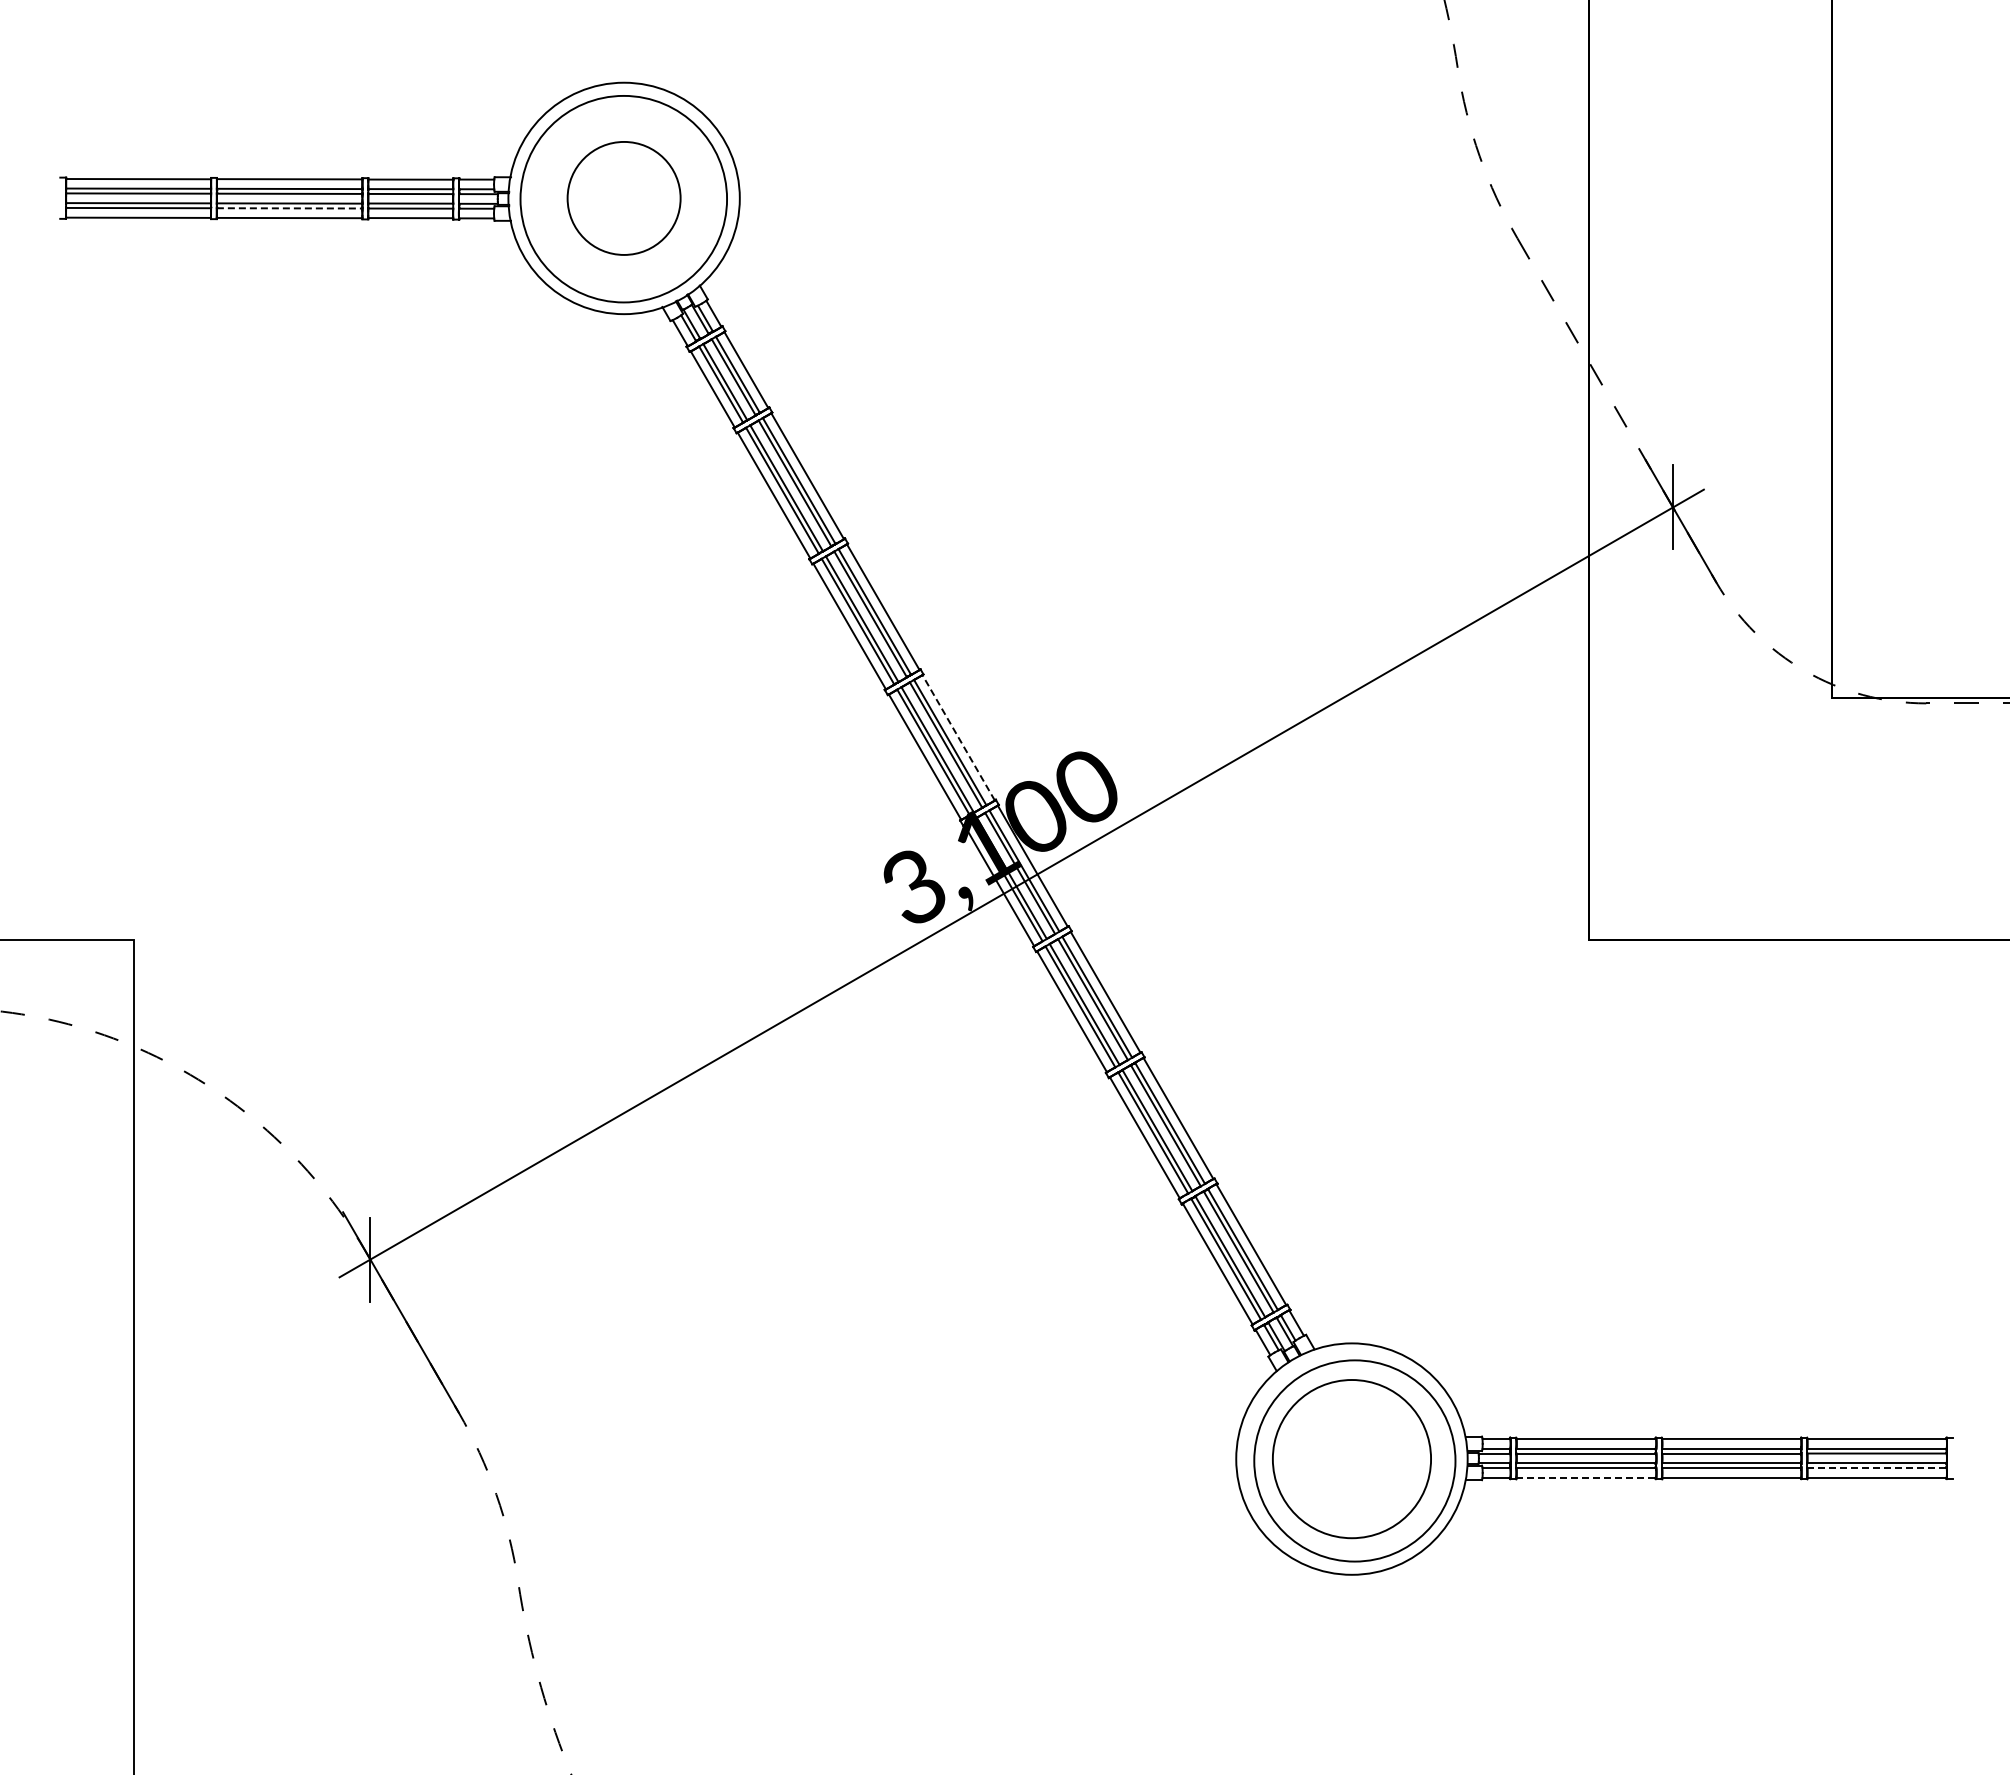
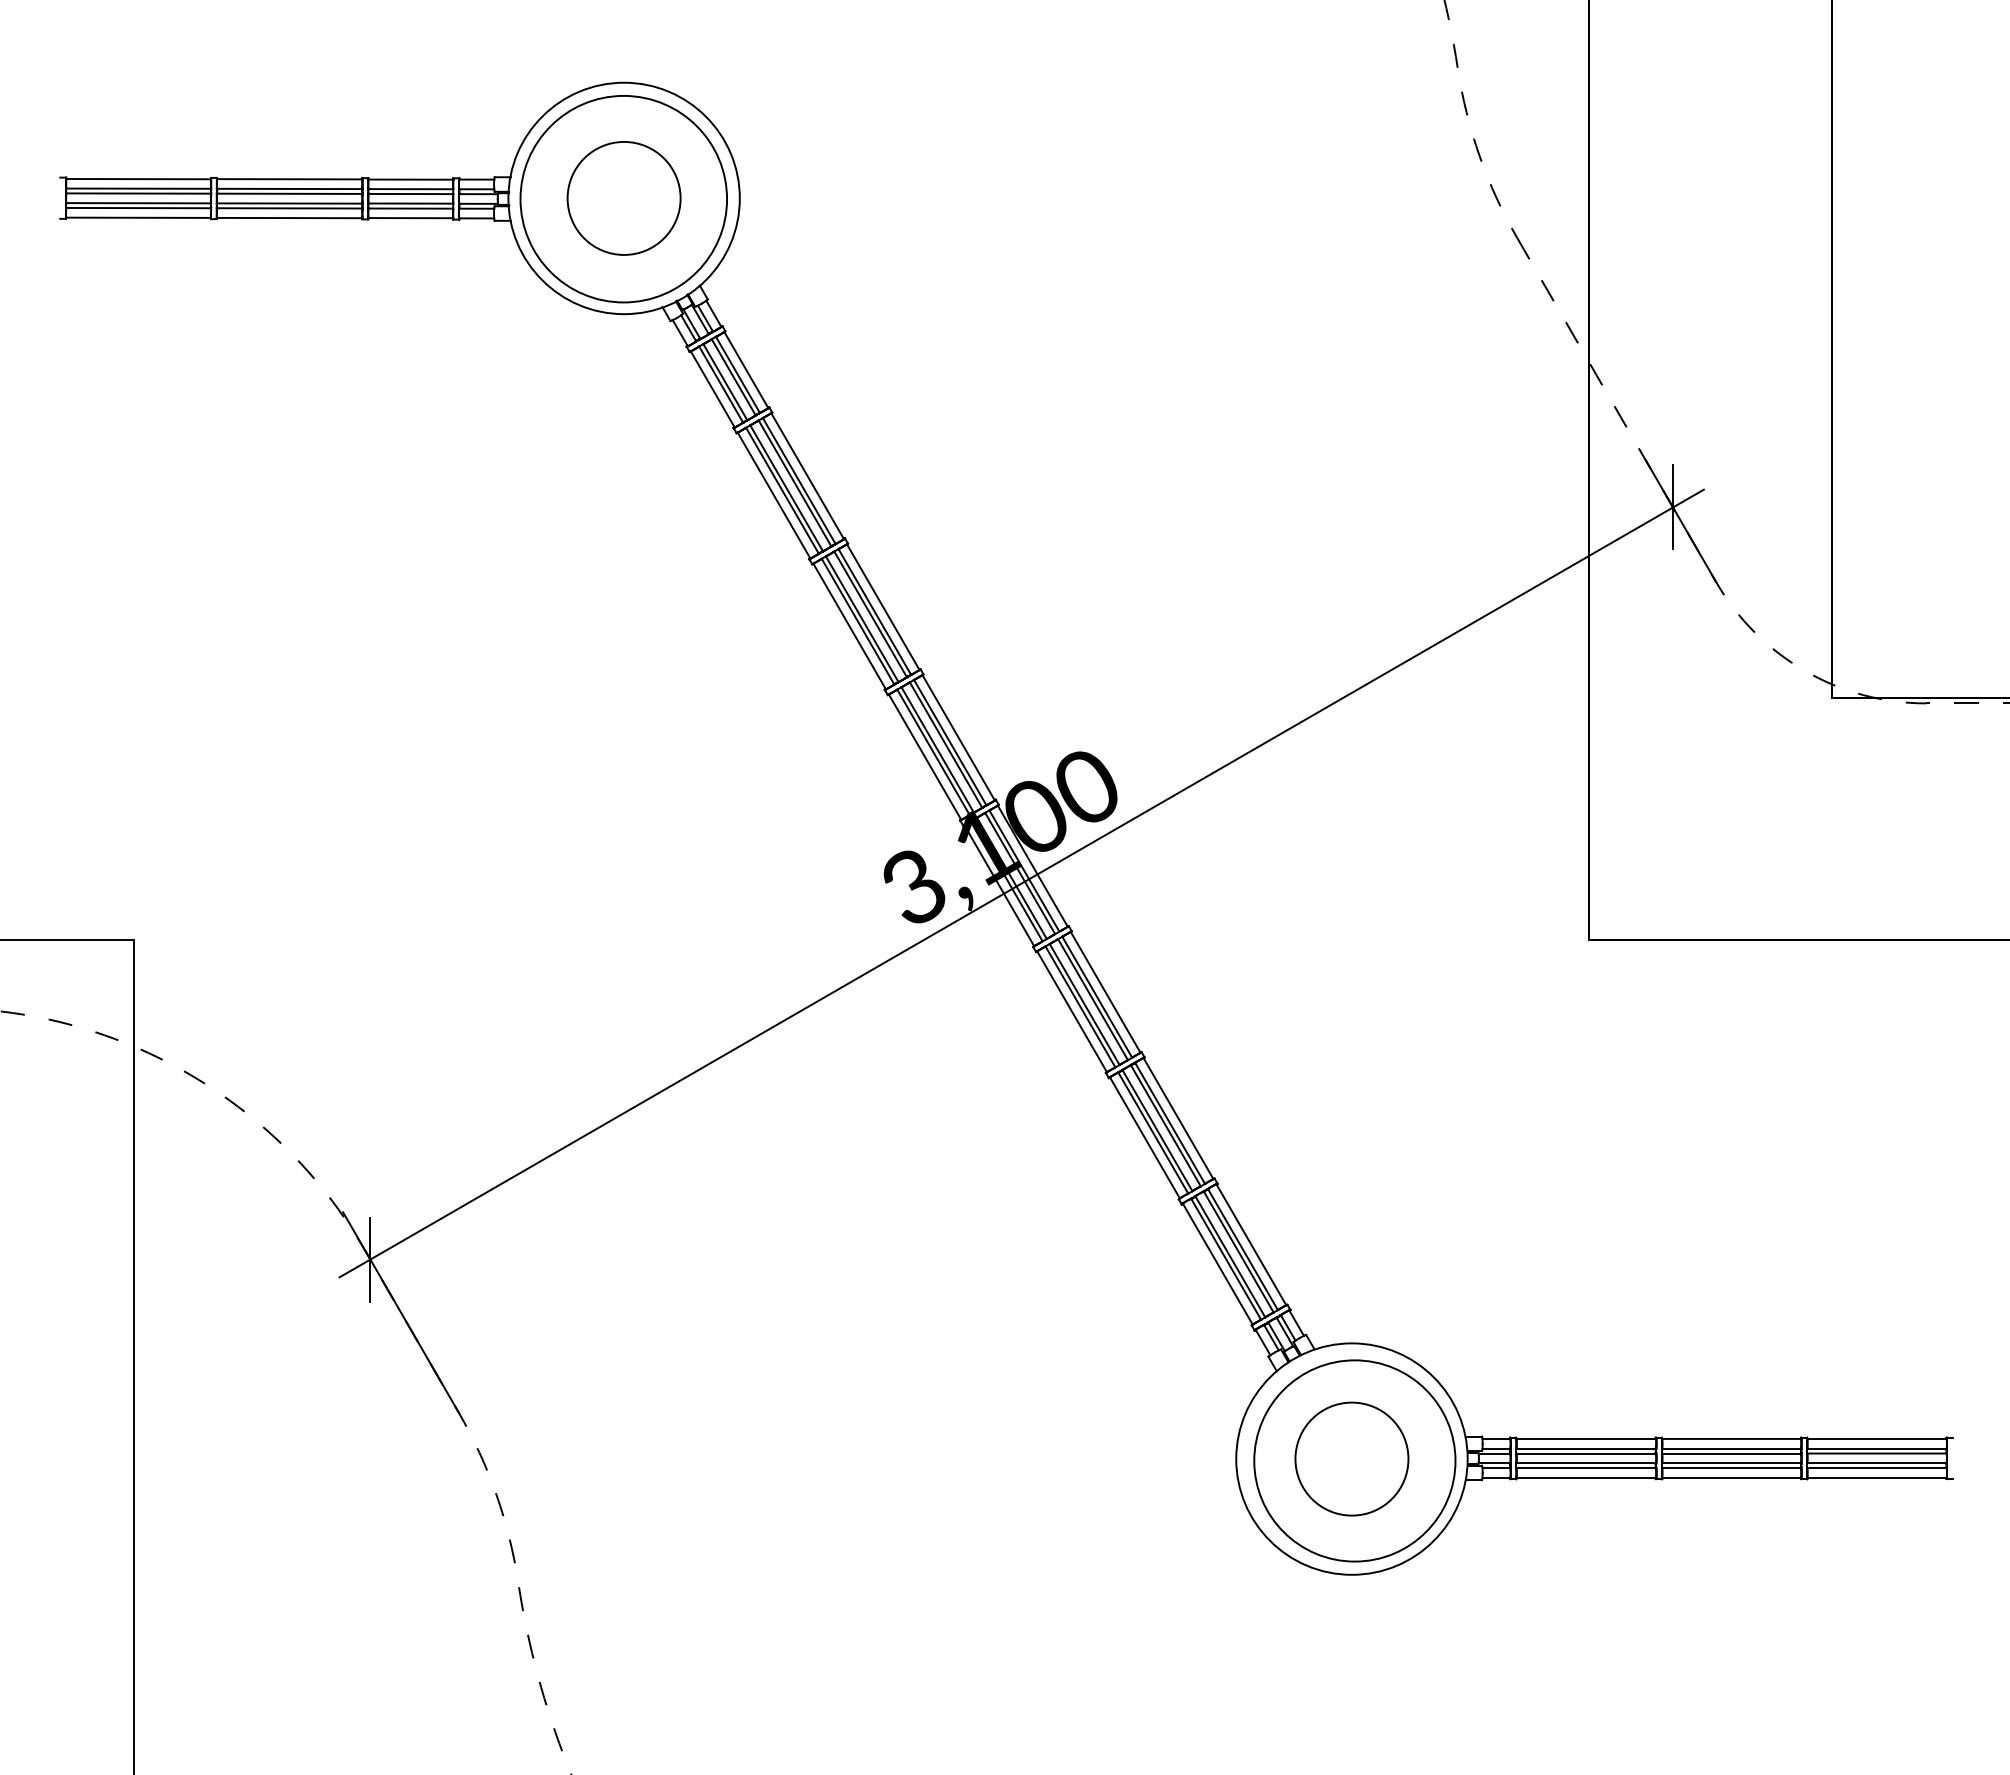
line at (289, 208): dashed -> solid
line at (958, 737): dashed -> solid
circle at (1351, 1459) diameter: 158 px -> 113 px
line at (1876, 1468): dashed -> solid
line at (1586, 1477): dashed -> solid
